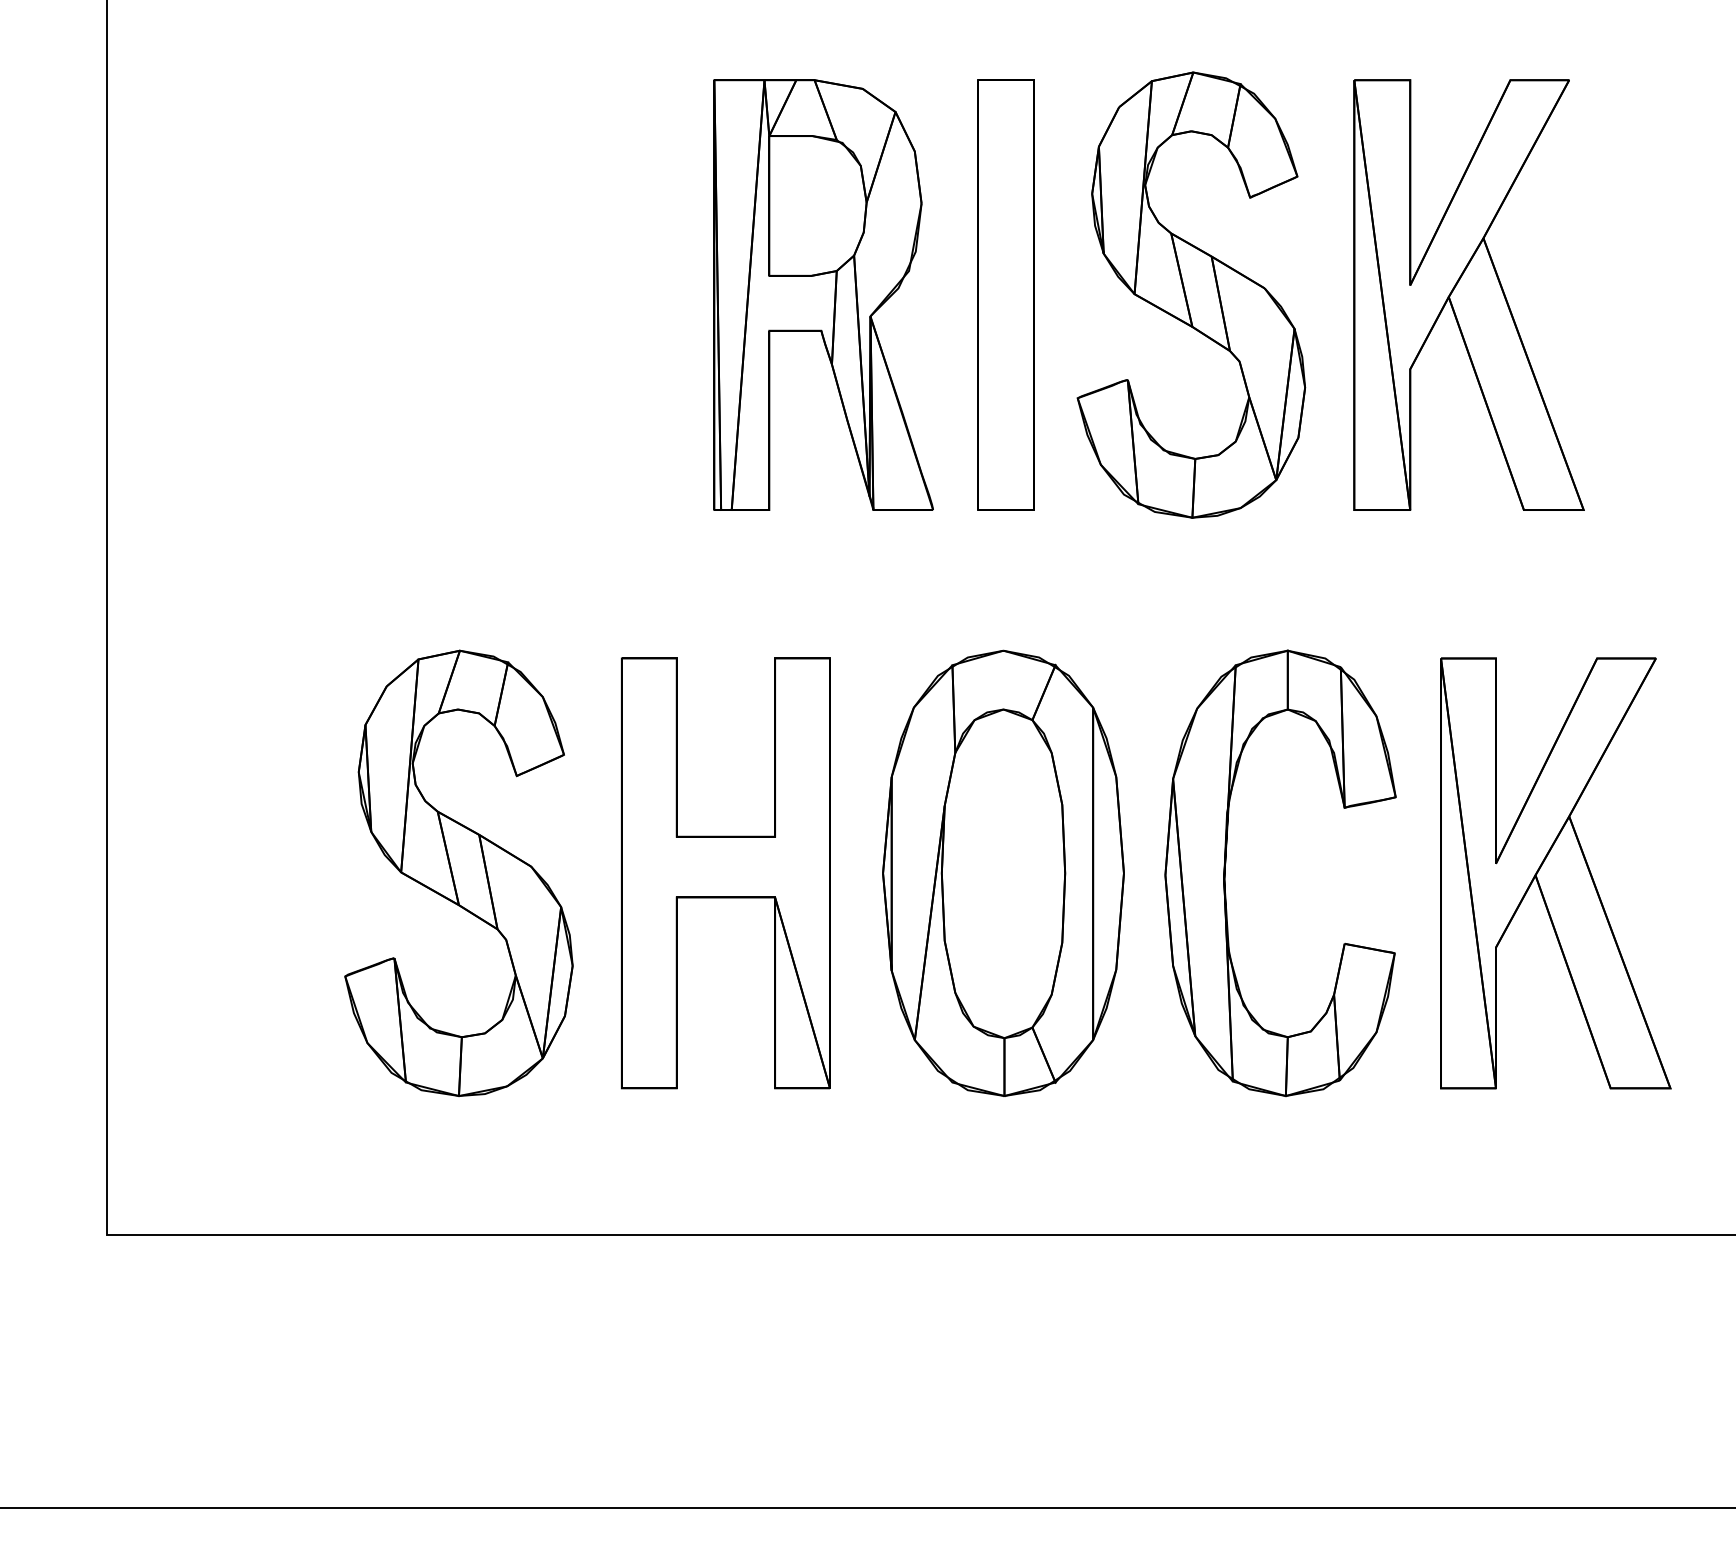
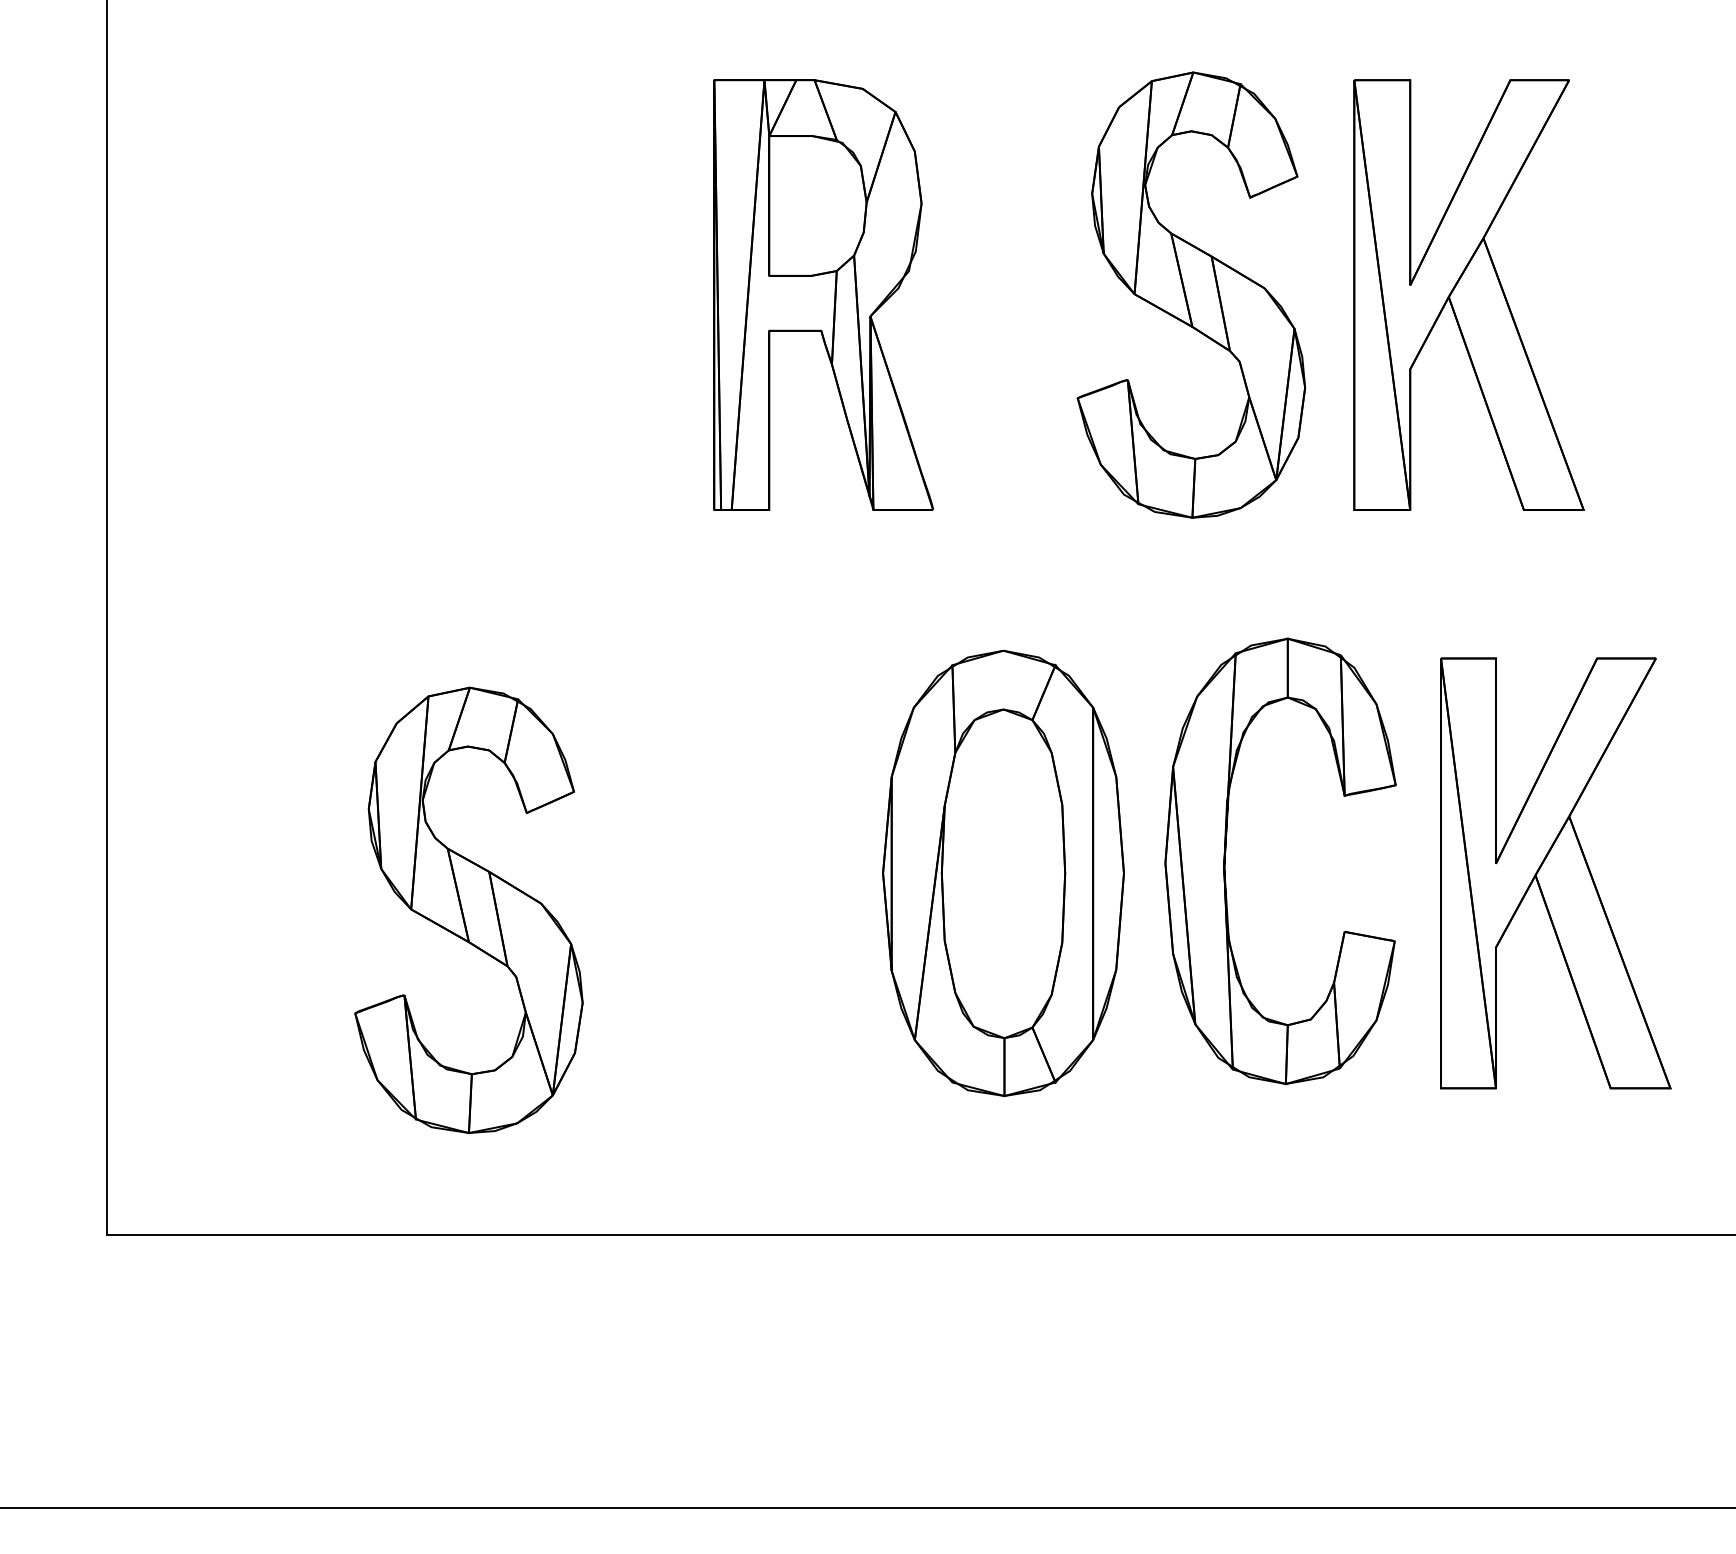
part at (1005, 294): present -> none
part at (1226, 863) position: (1226, 863) -> (1226, 851)
part at (458, 872) position: (458, 872) -> (468, 909)
part at (725, 873): present -> none
